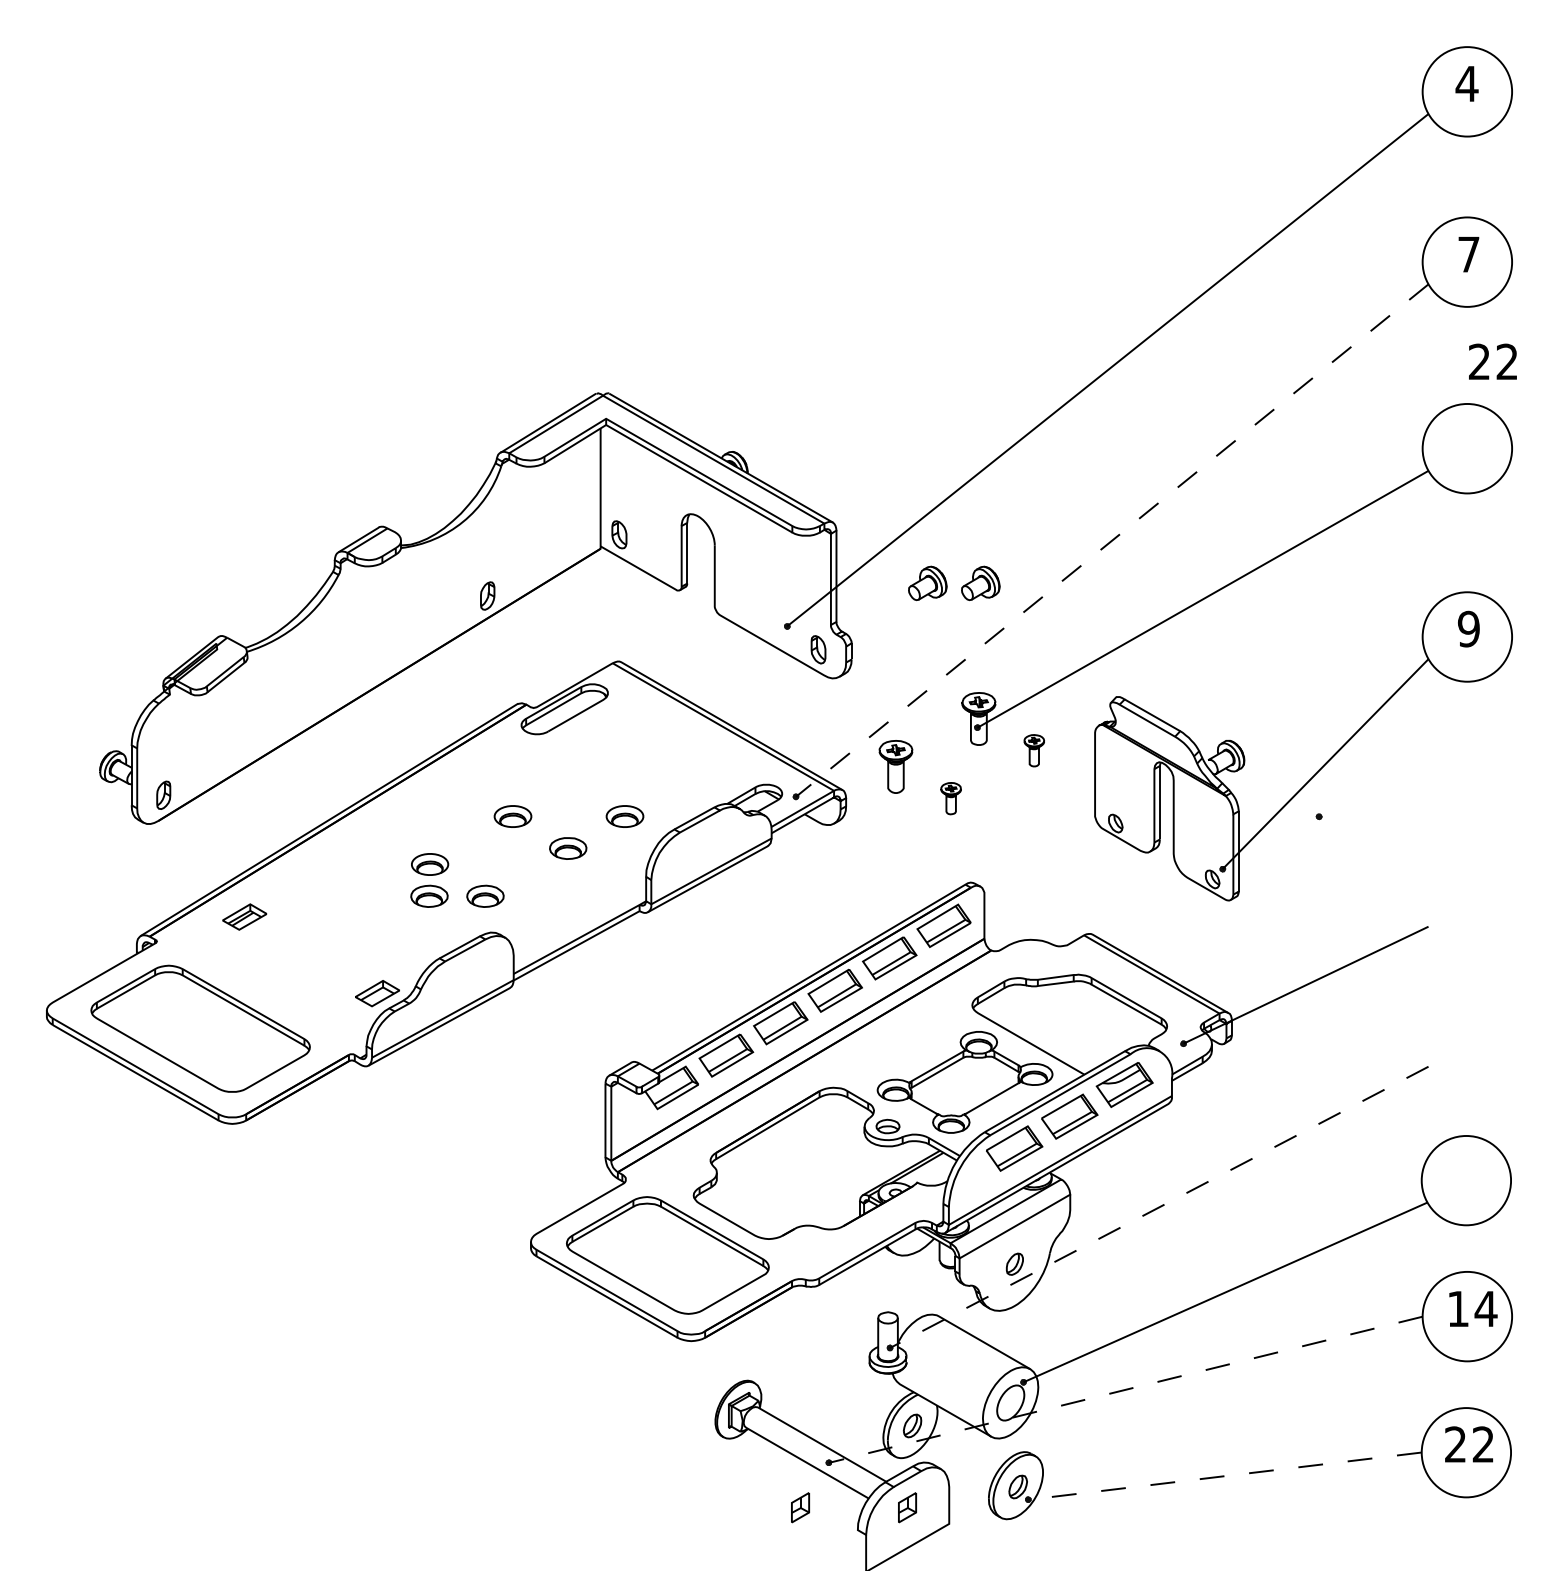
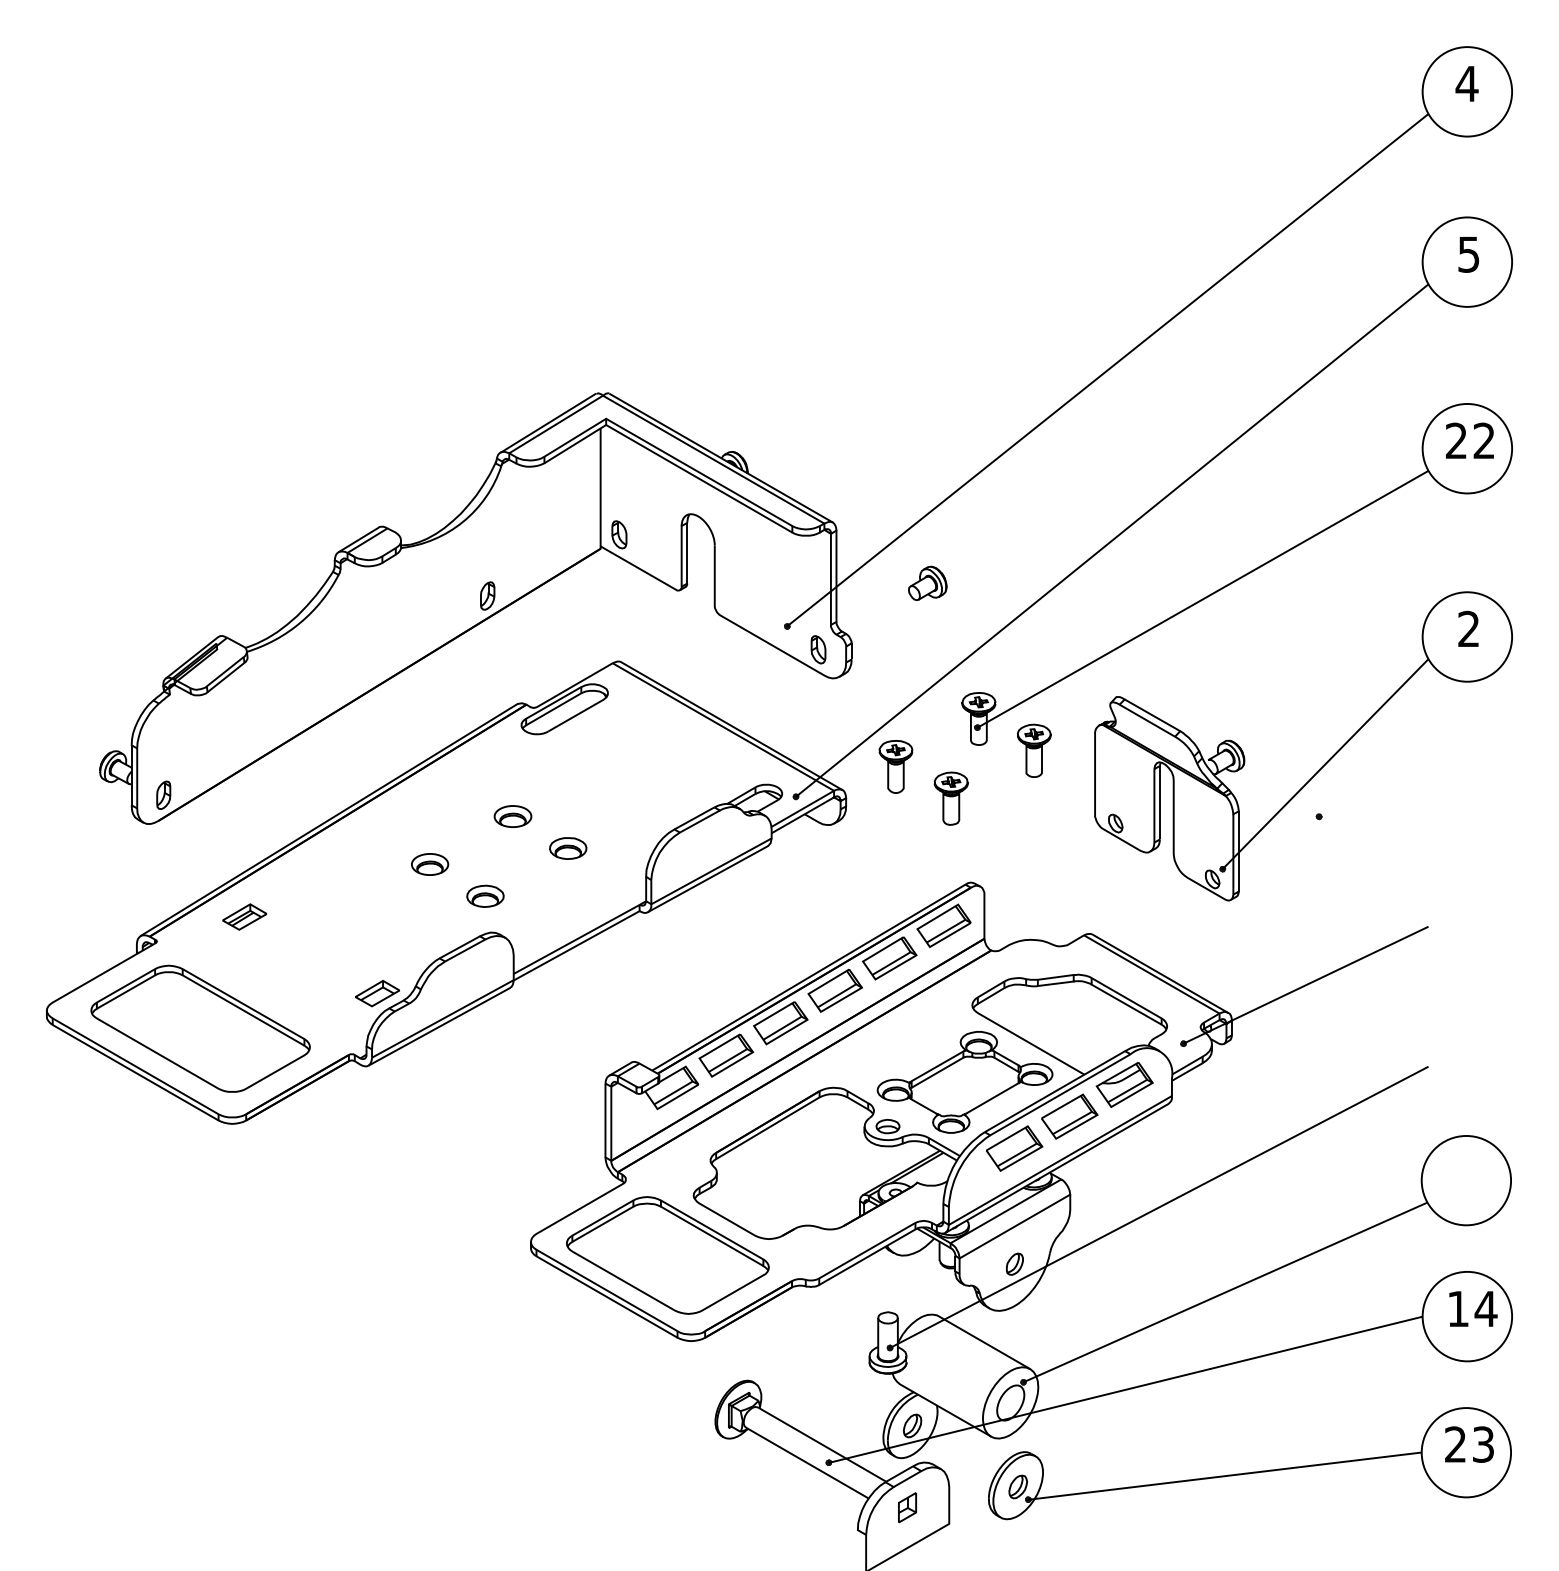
text at (1468, 254): 7 -> 5
text at (1492, 361) position: (1492, 361) -> (1469, 440)
line at (1112, 540): dashed -> solid
part at (980, 582): present -> none
text at (1468, 629): 9 -> 2
part at (1033, 750) size: 22x34 px -> 35x55 px
part at (950, 798) size: 22x34 px -> 36x55 px
part at (624, 816): present -> none
part at (429, 895): present -> none
line at (1159, 1207): dashed -> solid
line at (1125, 1389): dashed -> solid
text at (1482, 1444): 22 -> 23
line at (1224, 1476): dashed -> solid
part at (800, 1507): present -> none
